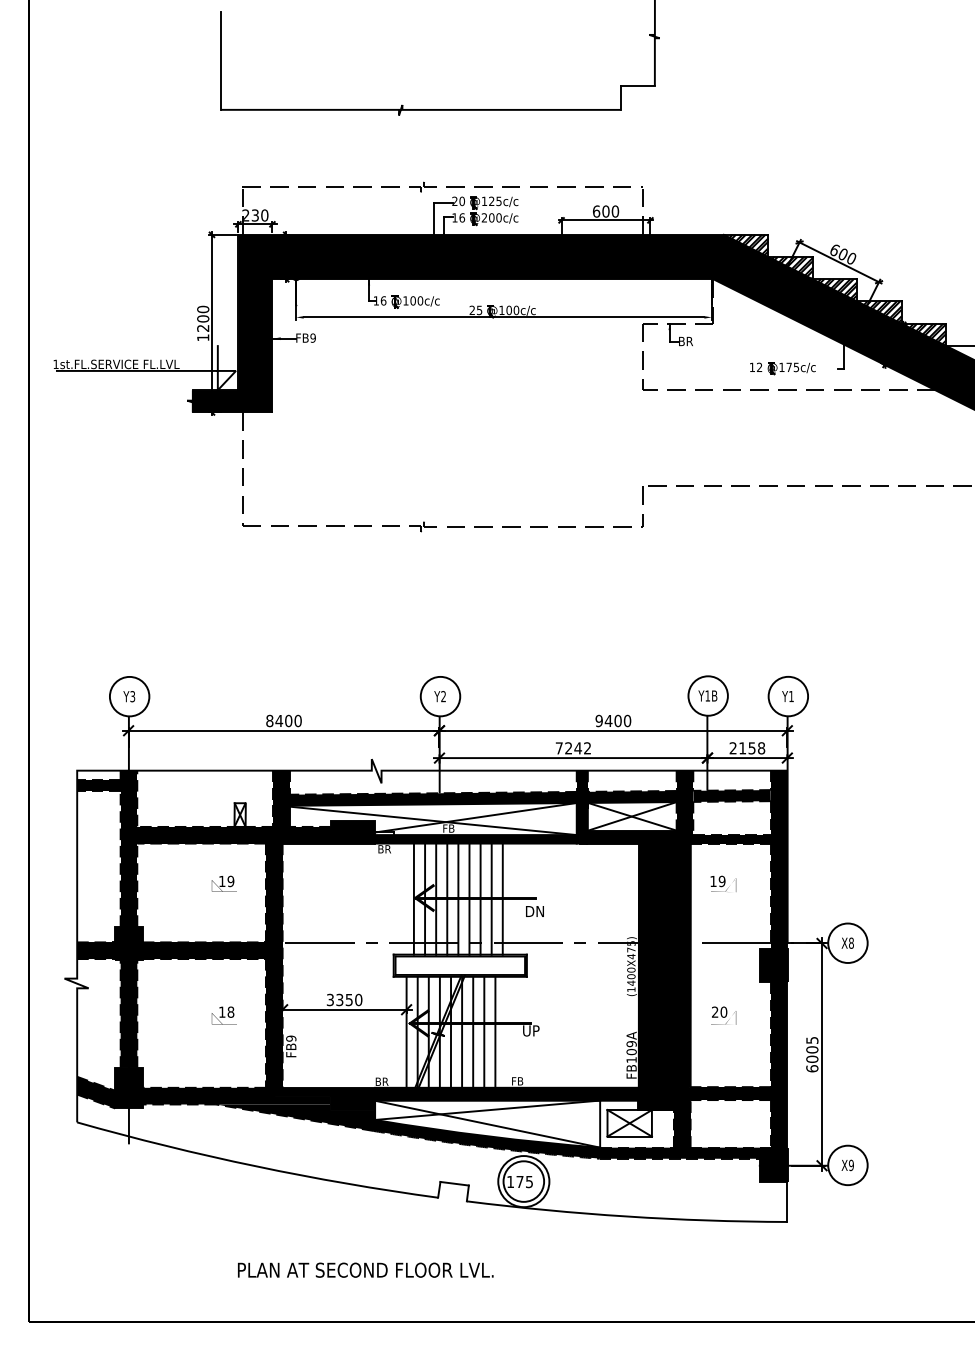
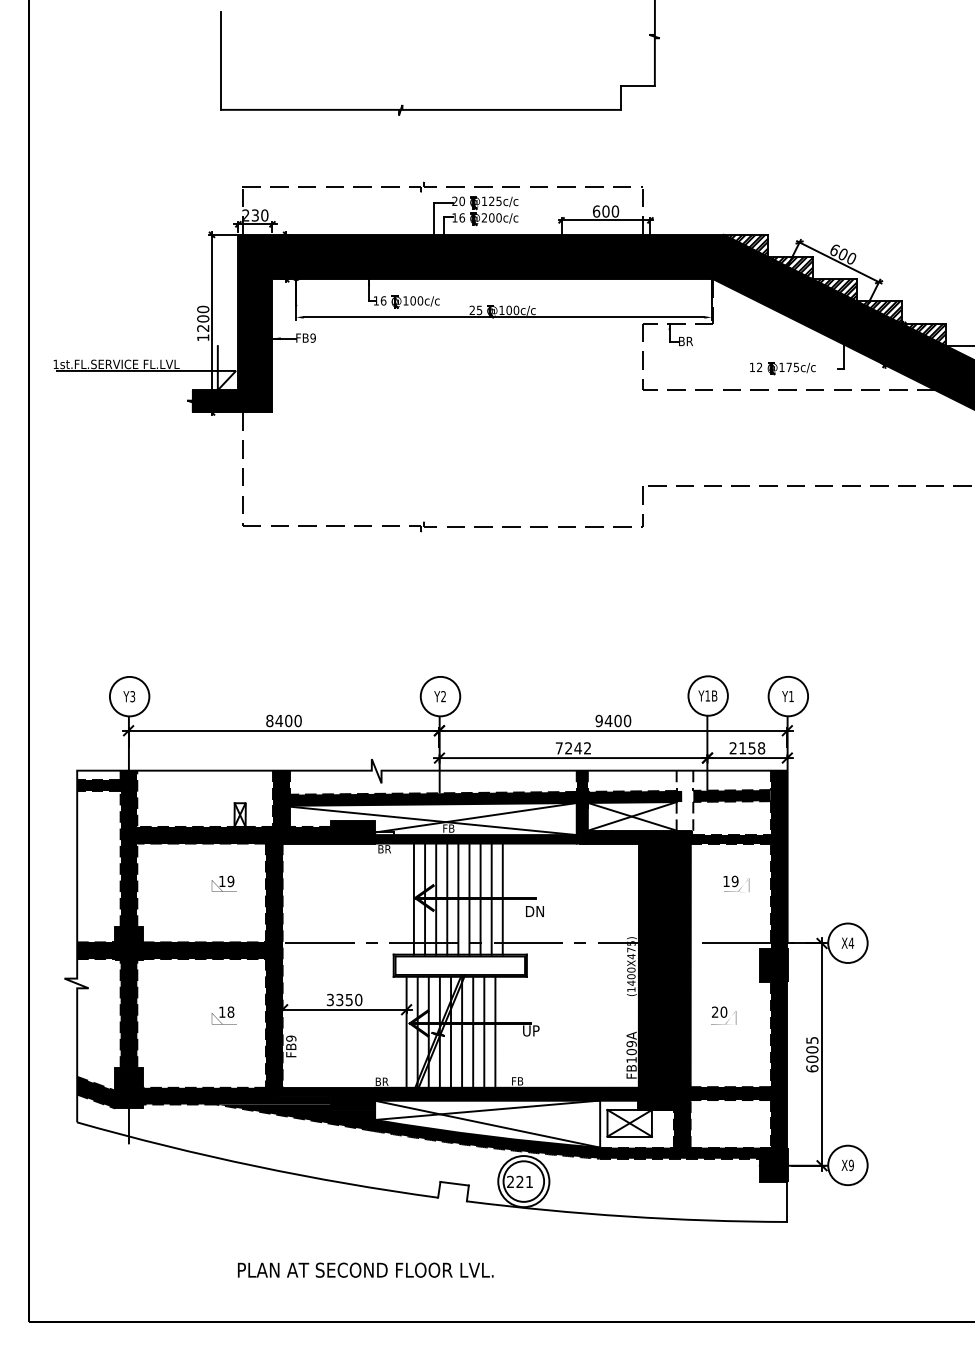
fill at (684, 800): present -> none
text at (723, 883) position: (723, 883) -> (736, 883)
text at (851, 942): X8 -> X4
text at (519, 1181): 175 -> 221
